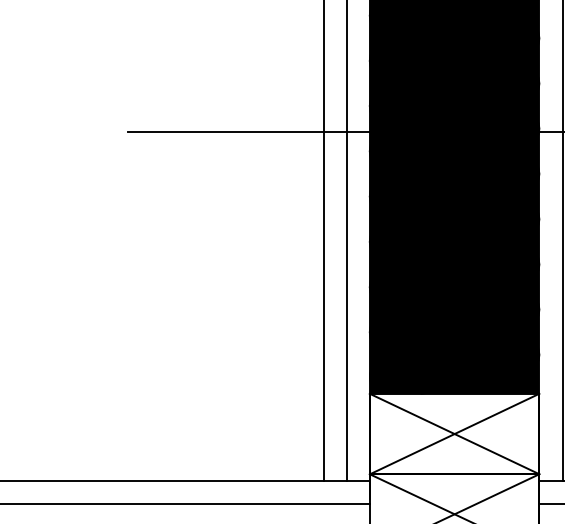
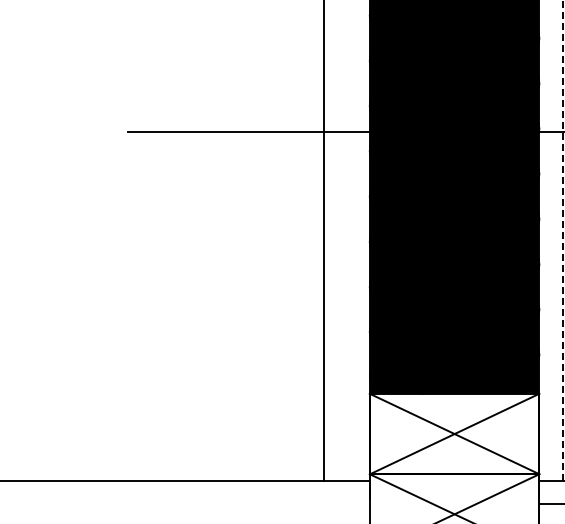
line at (562, 240): solid -> dashed
line at (346, 241): present -> none
line at (185, 504): present -> none
